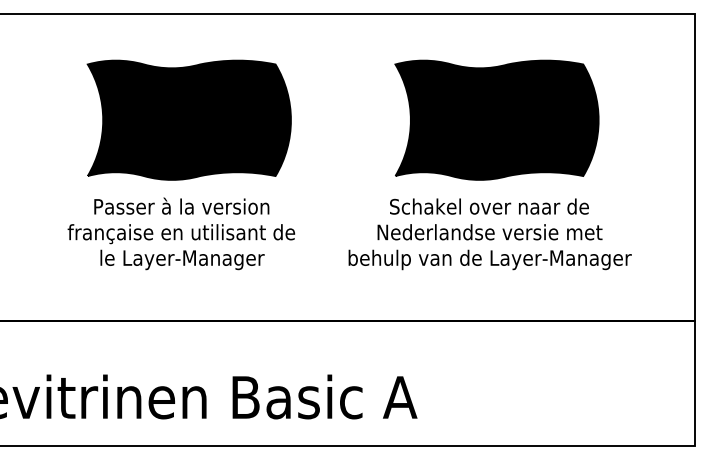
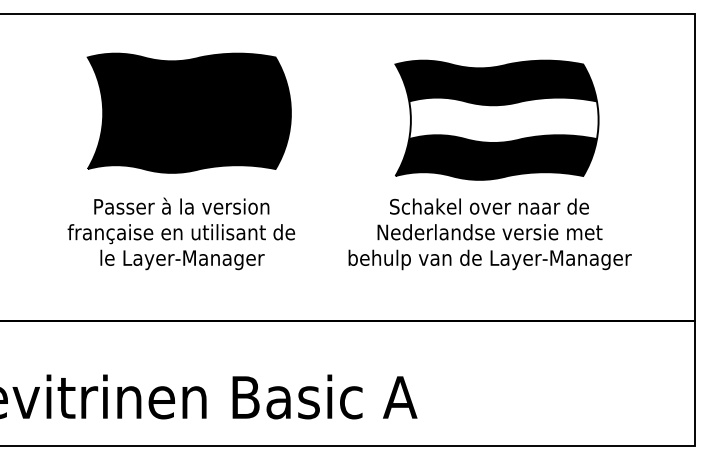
part at (188, 119) position: (188, 119) -> (188, 112)
fill at (503, 119): present -> none
